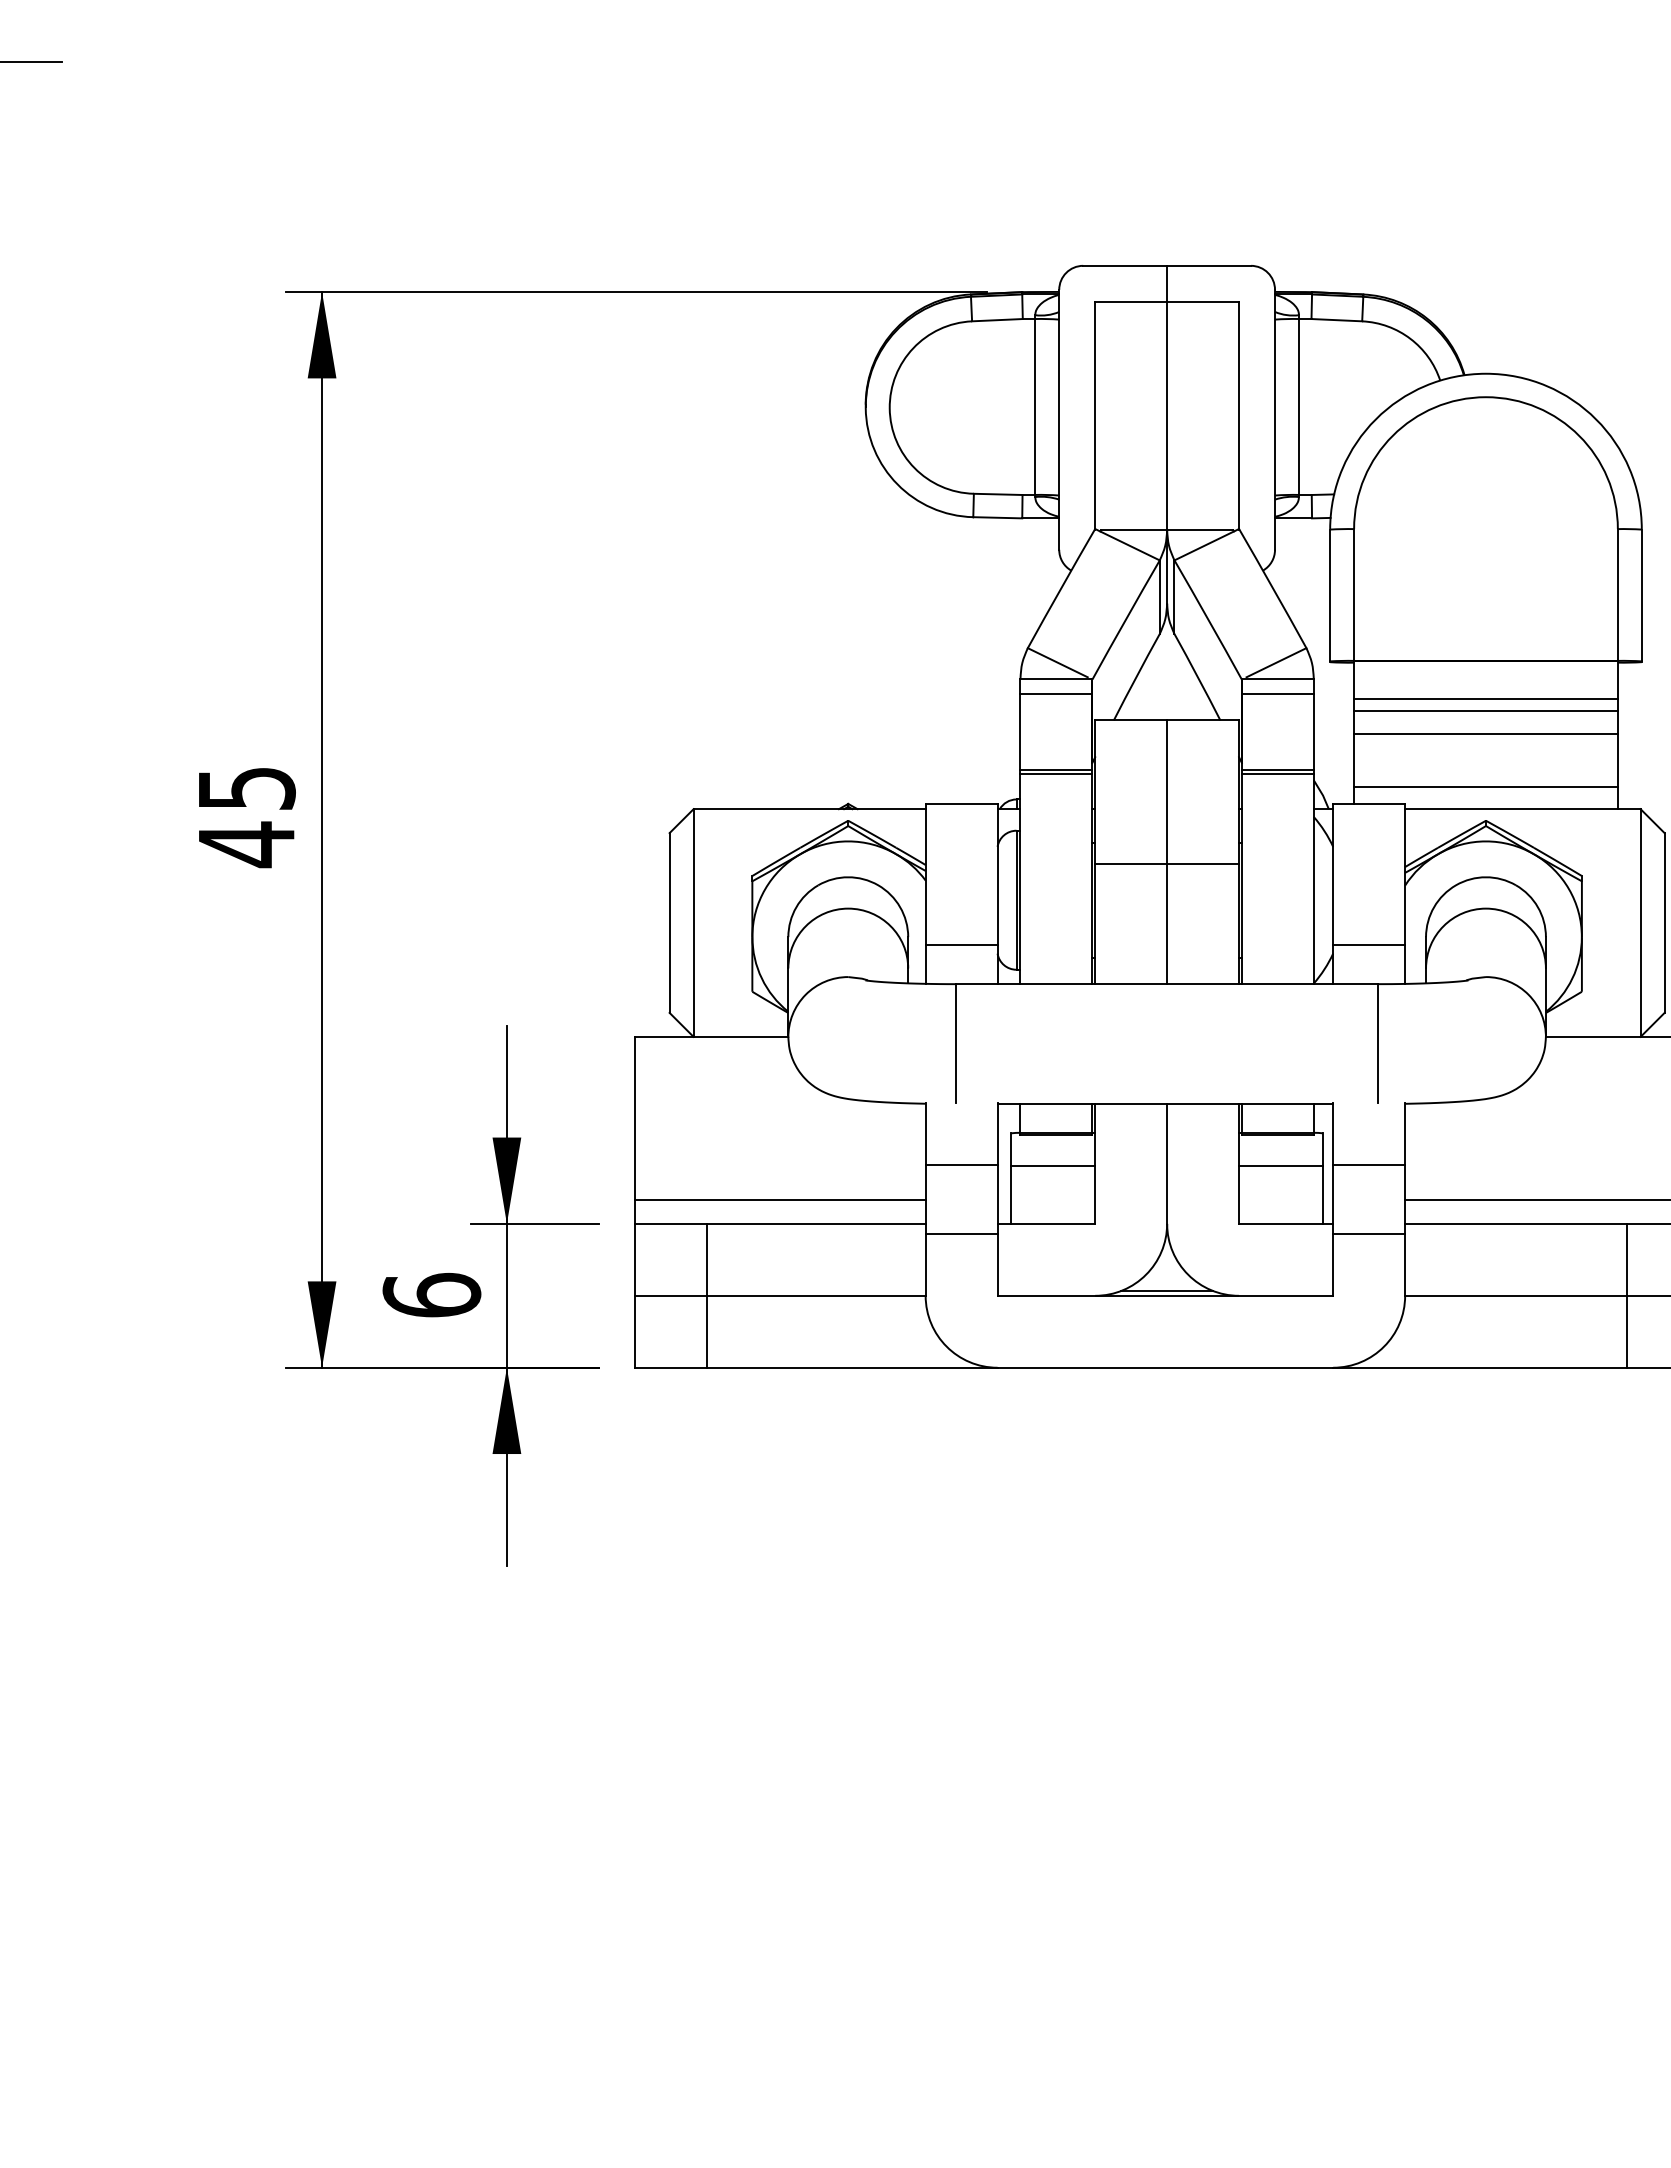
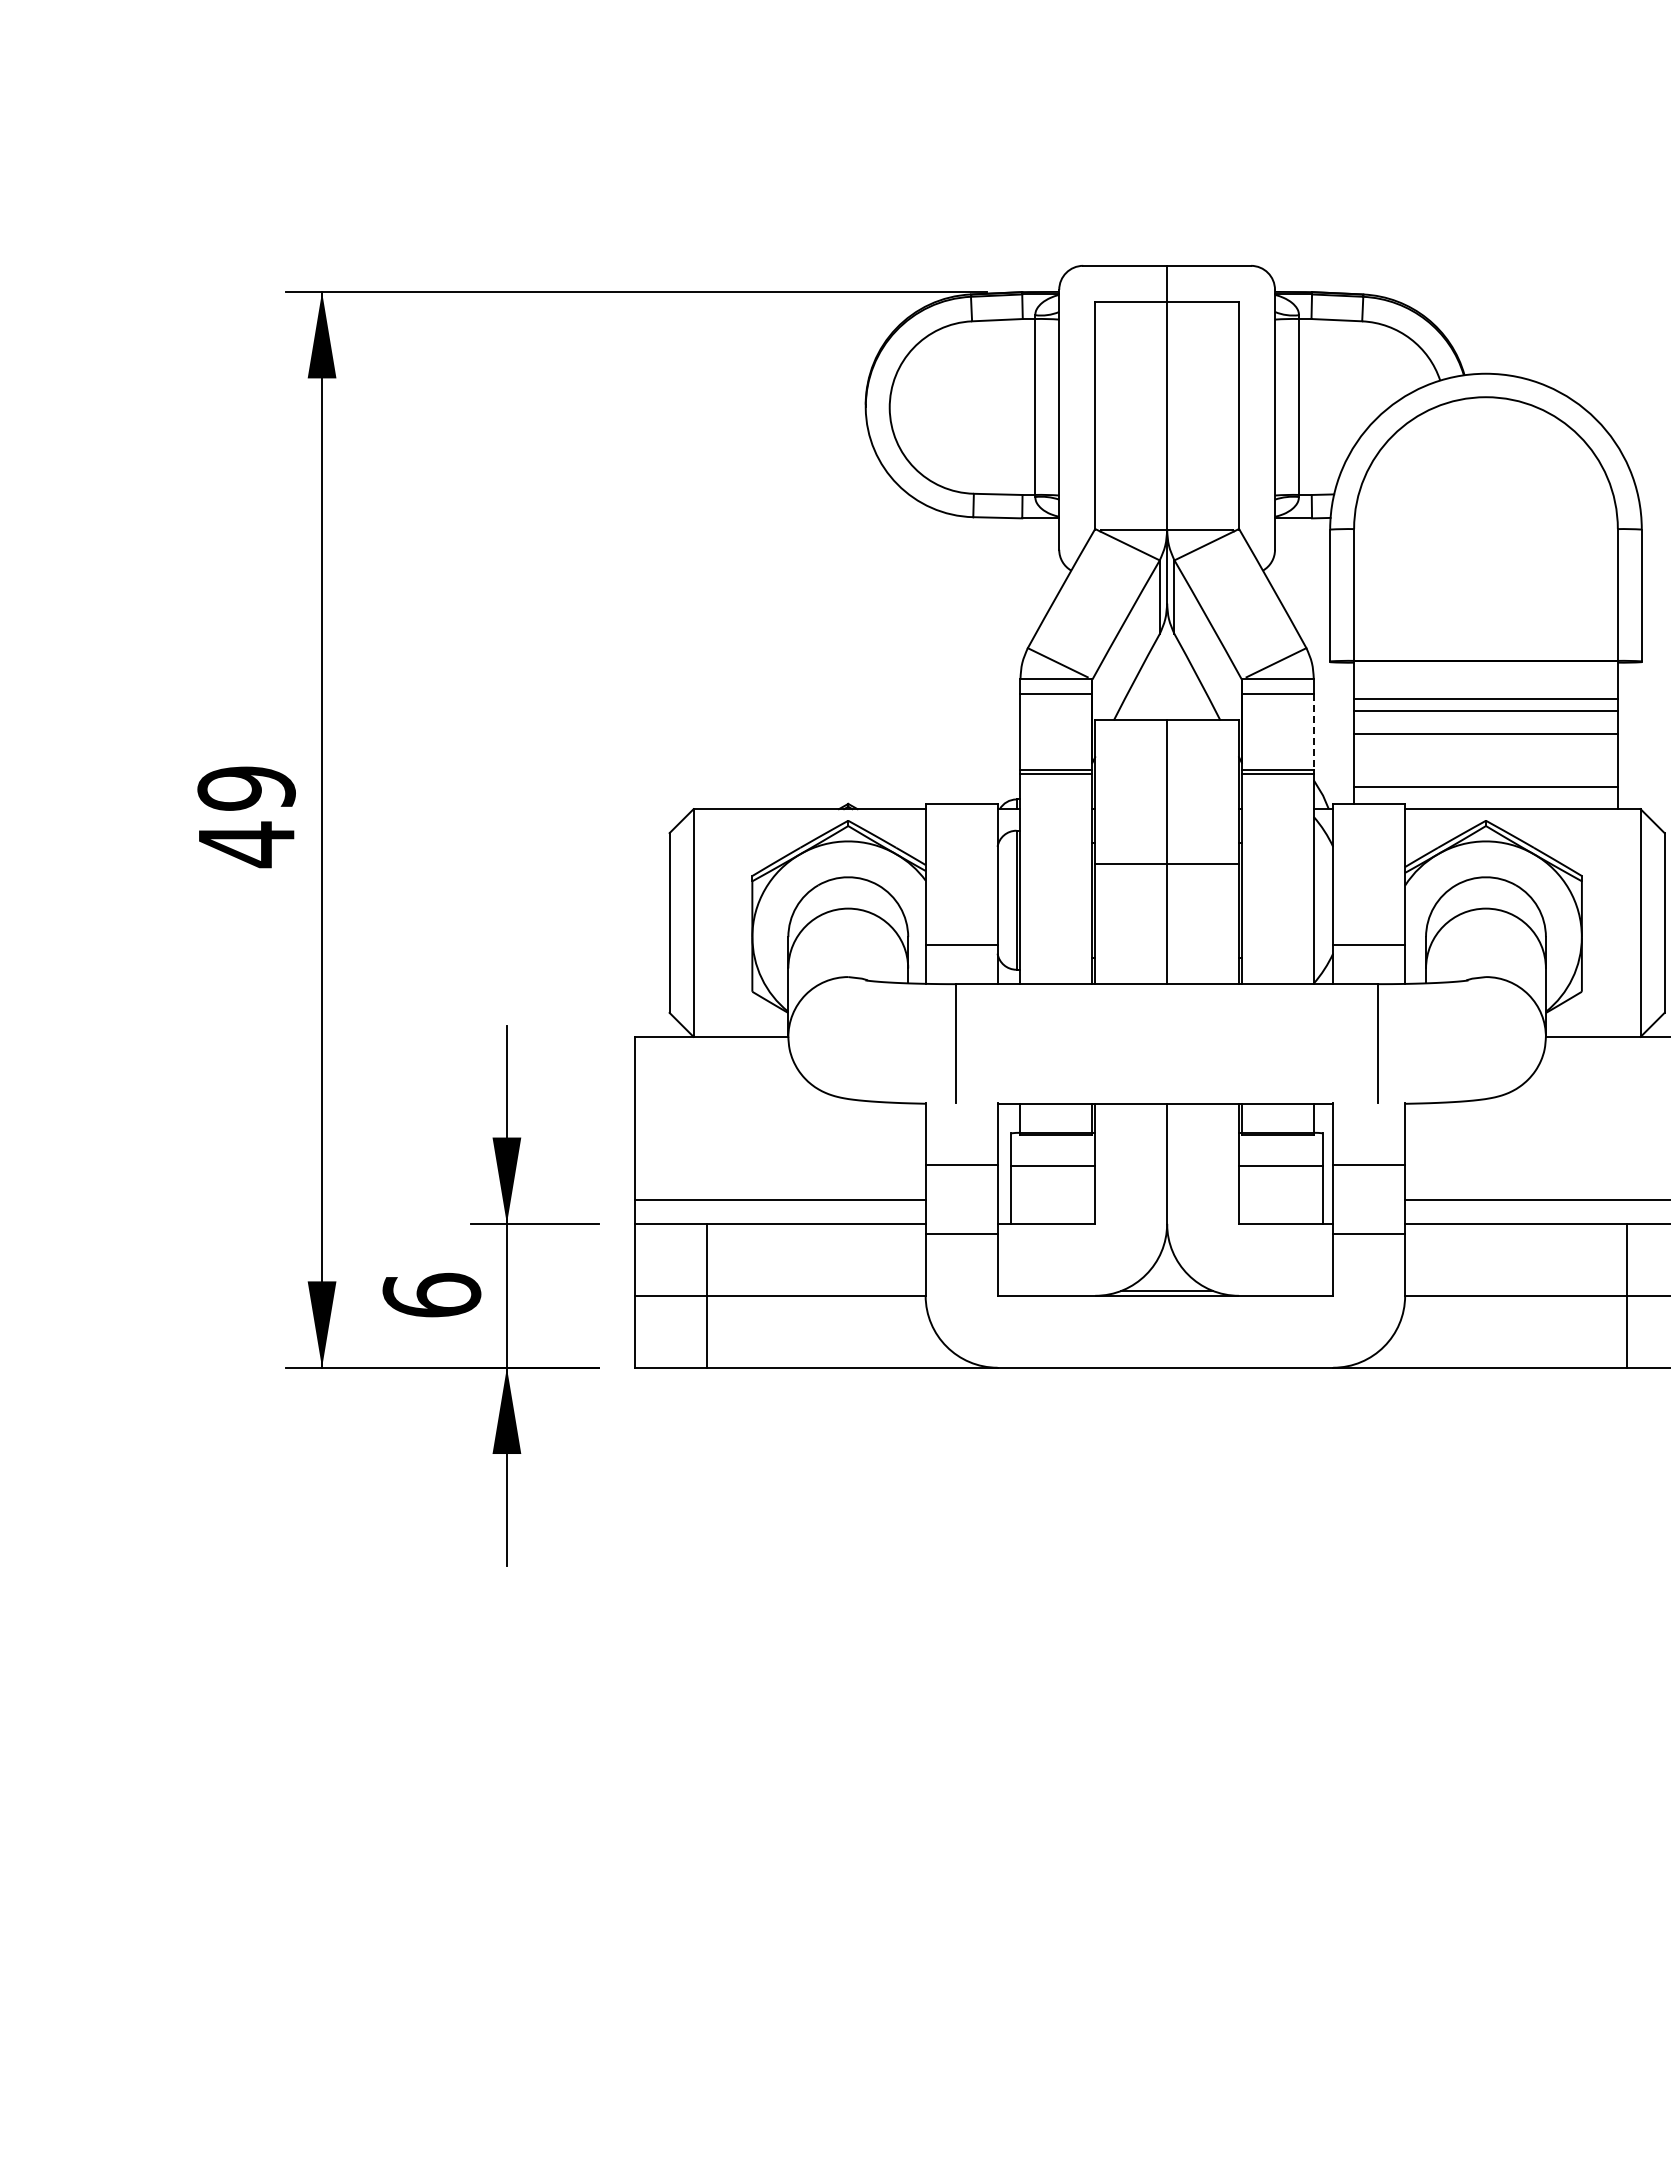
line at (31, 62): present -> none
line at (1313, 732): solid -> dashed
text at (246, 788): 45 -> 49
